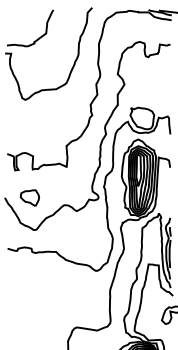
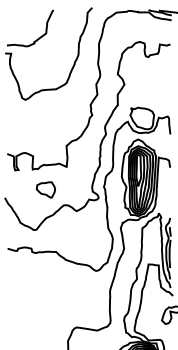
part at (29, 197) position: (29, 197) -> (45, 189)
